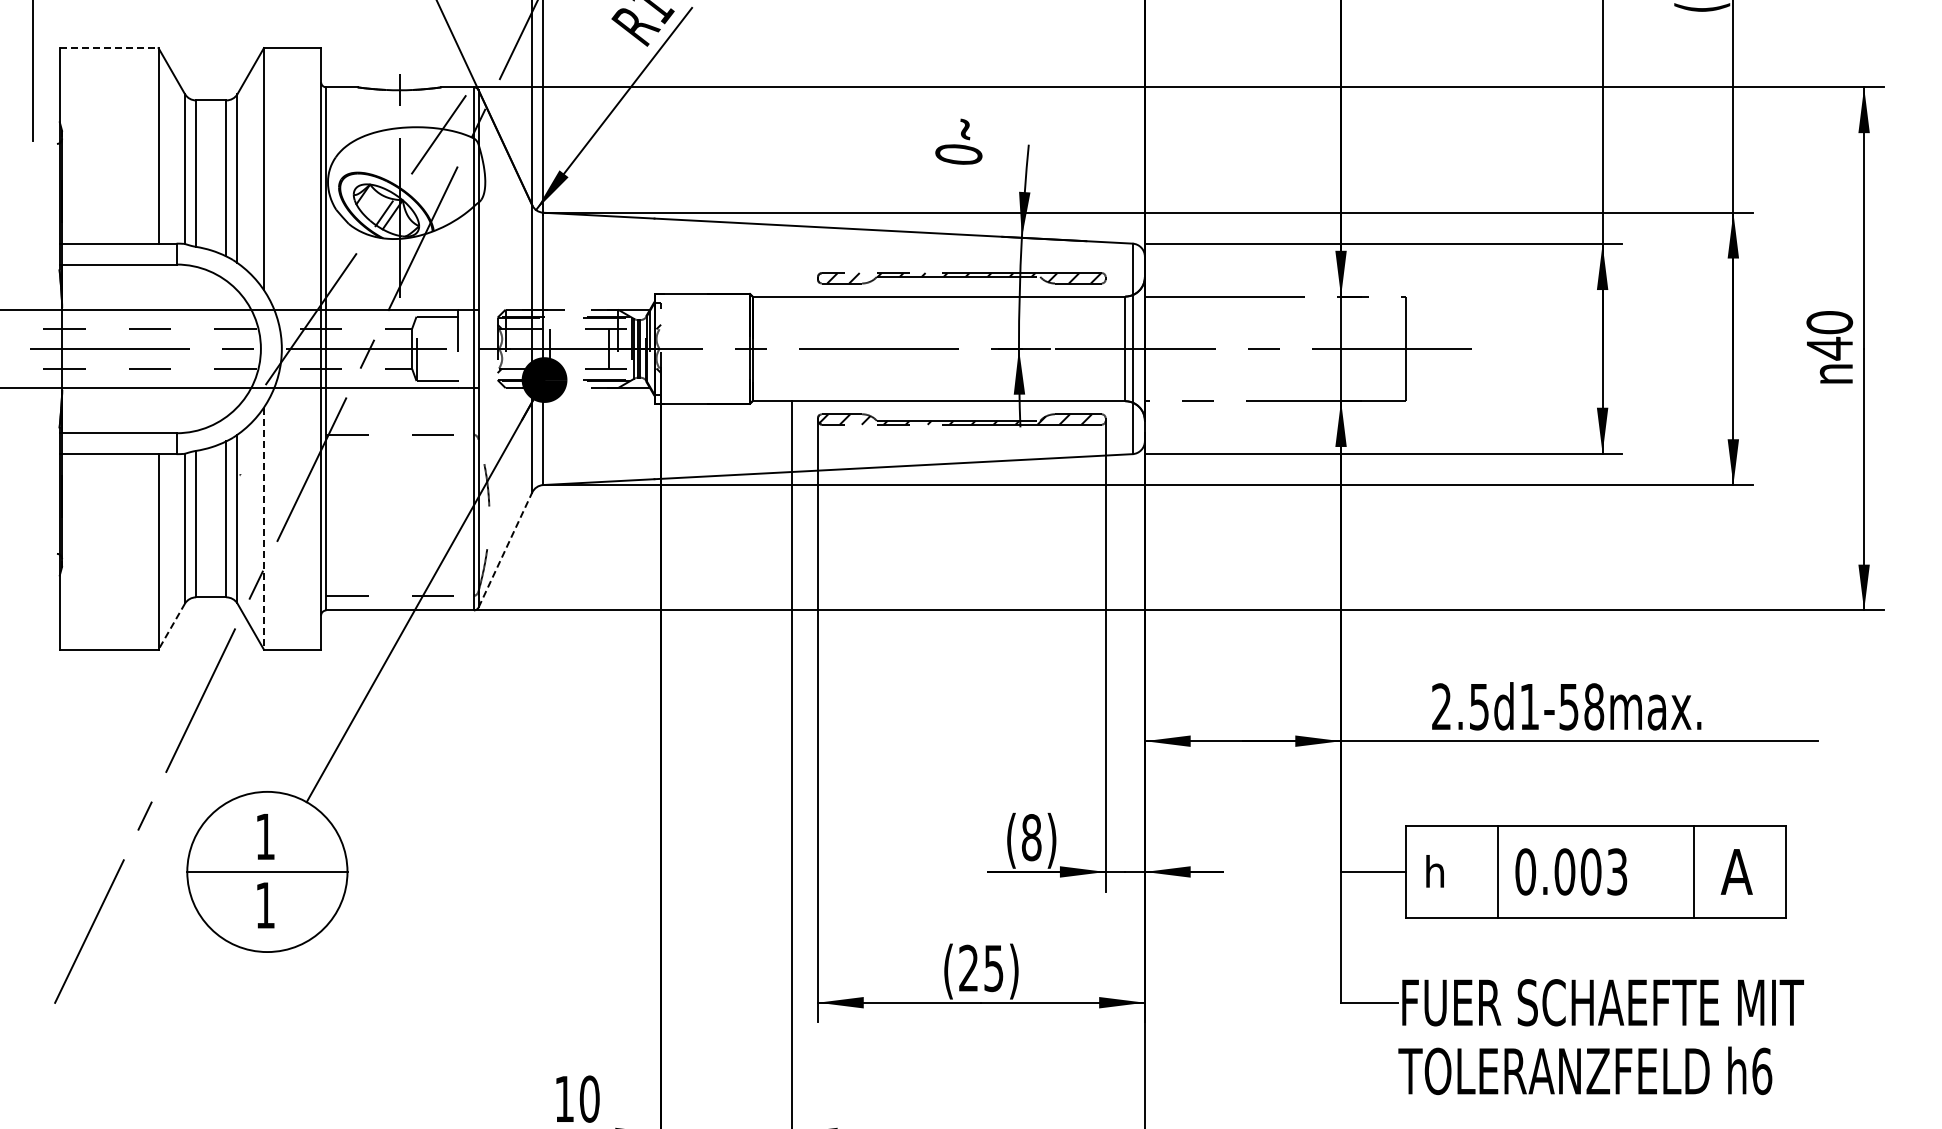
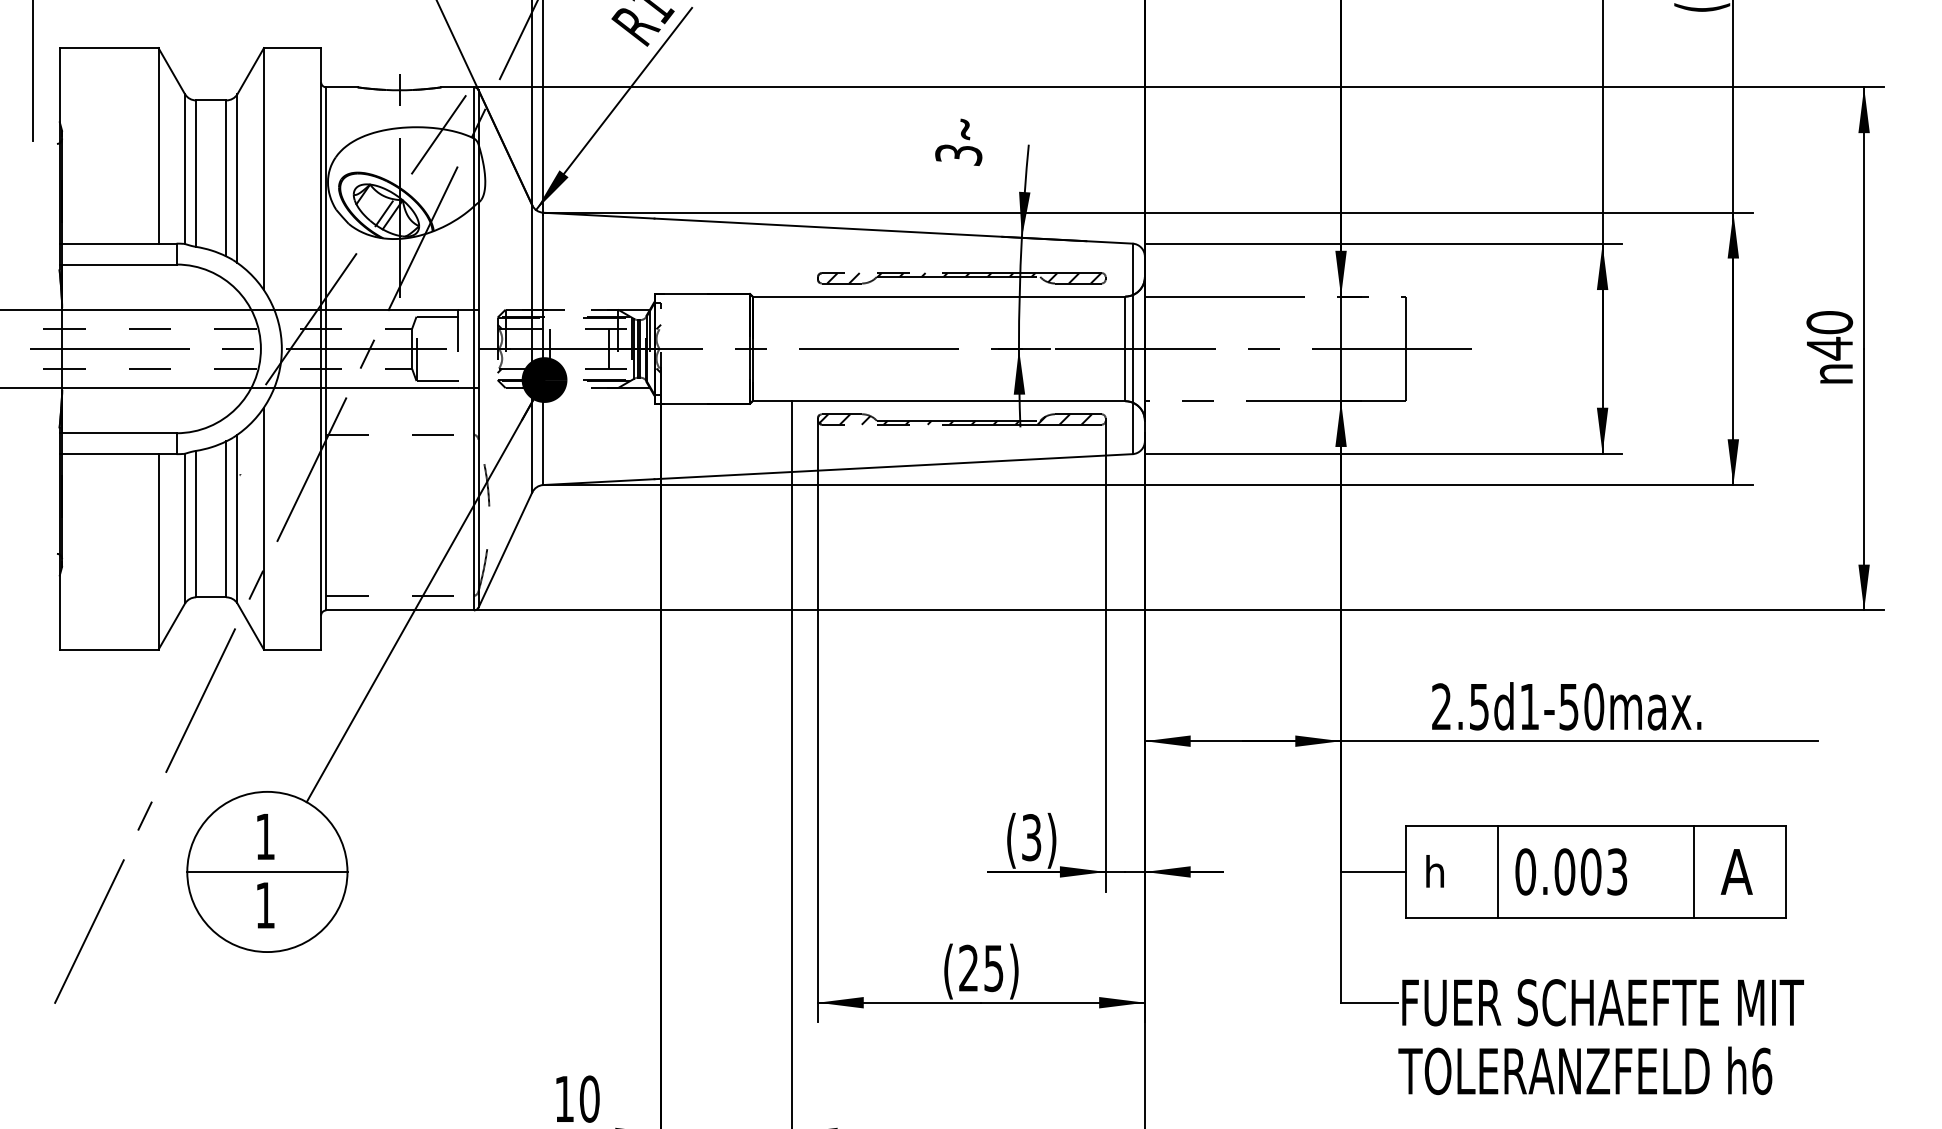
line at (109, 48): dashed -> solid
text at (958, 154): 0 -> 3
line at (263, 529): dashed -> solid
line at (505, 549): dashed -> solid
line at (171, 626): dashed -> solid
text at (1594, 706): 2.5d1-58max. -> 2.5d1-50max.
text at (1031, 837): (8) -> (3)
